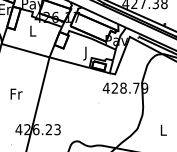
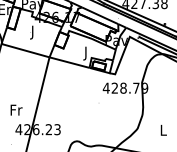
text at (33, 32): L -> J
text at (16, 93) position: (16, 93) -> (16, 109)
